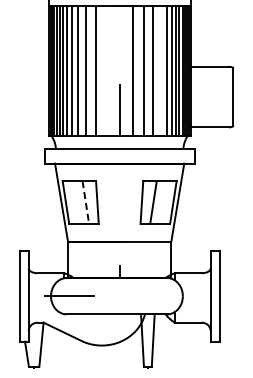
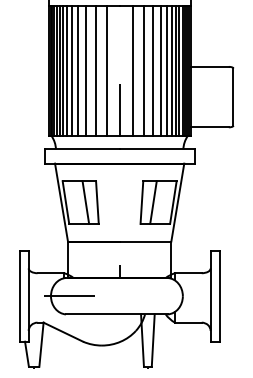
line at (106, 70): none -> present
line at (161, 70): none -> present
line at (85, 202): dashed -> solid
